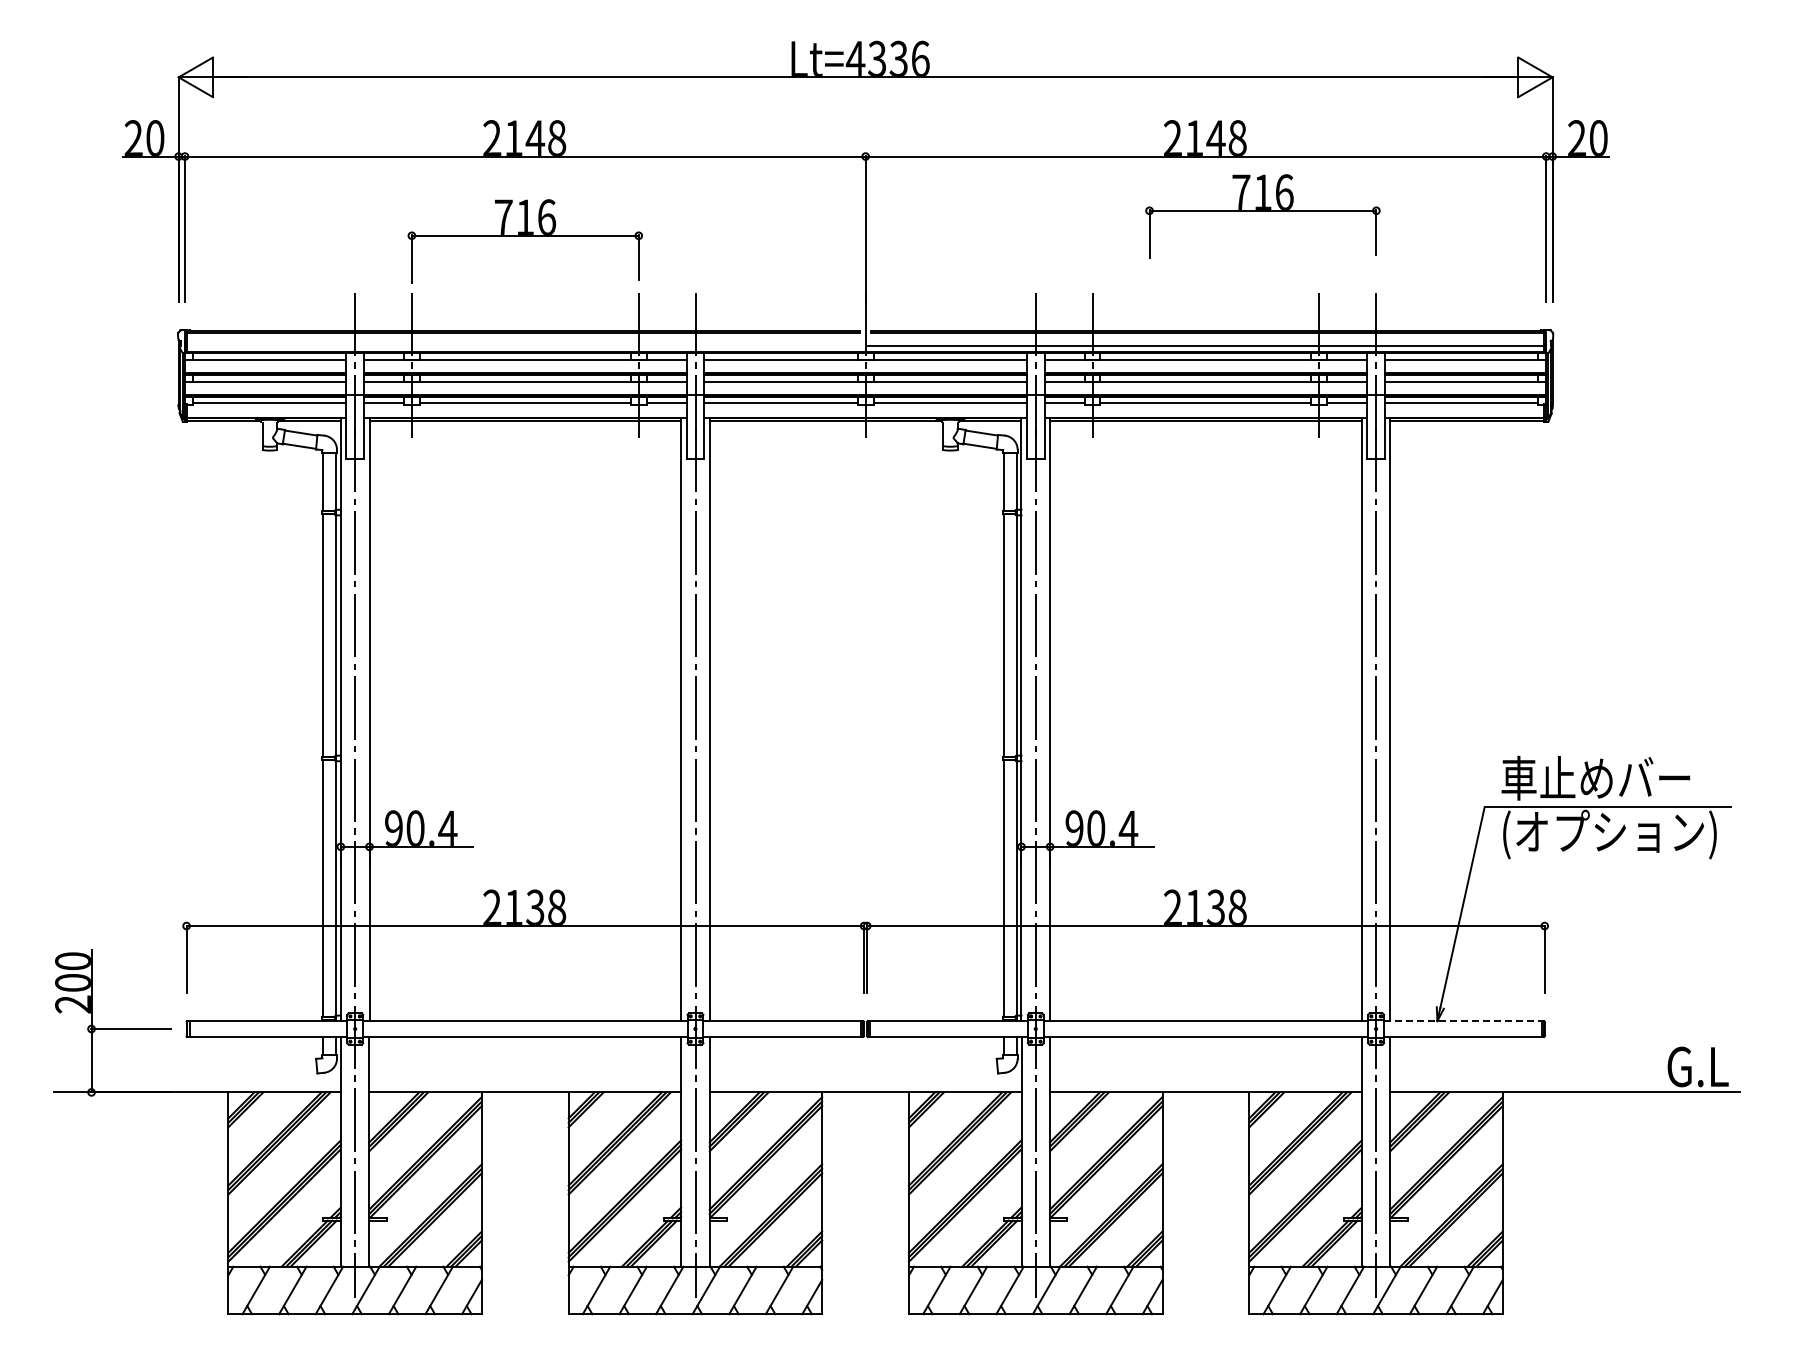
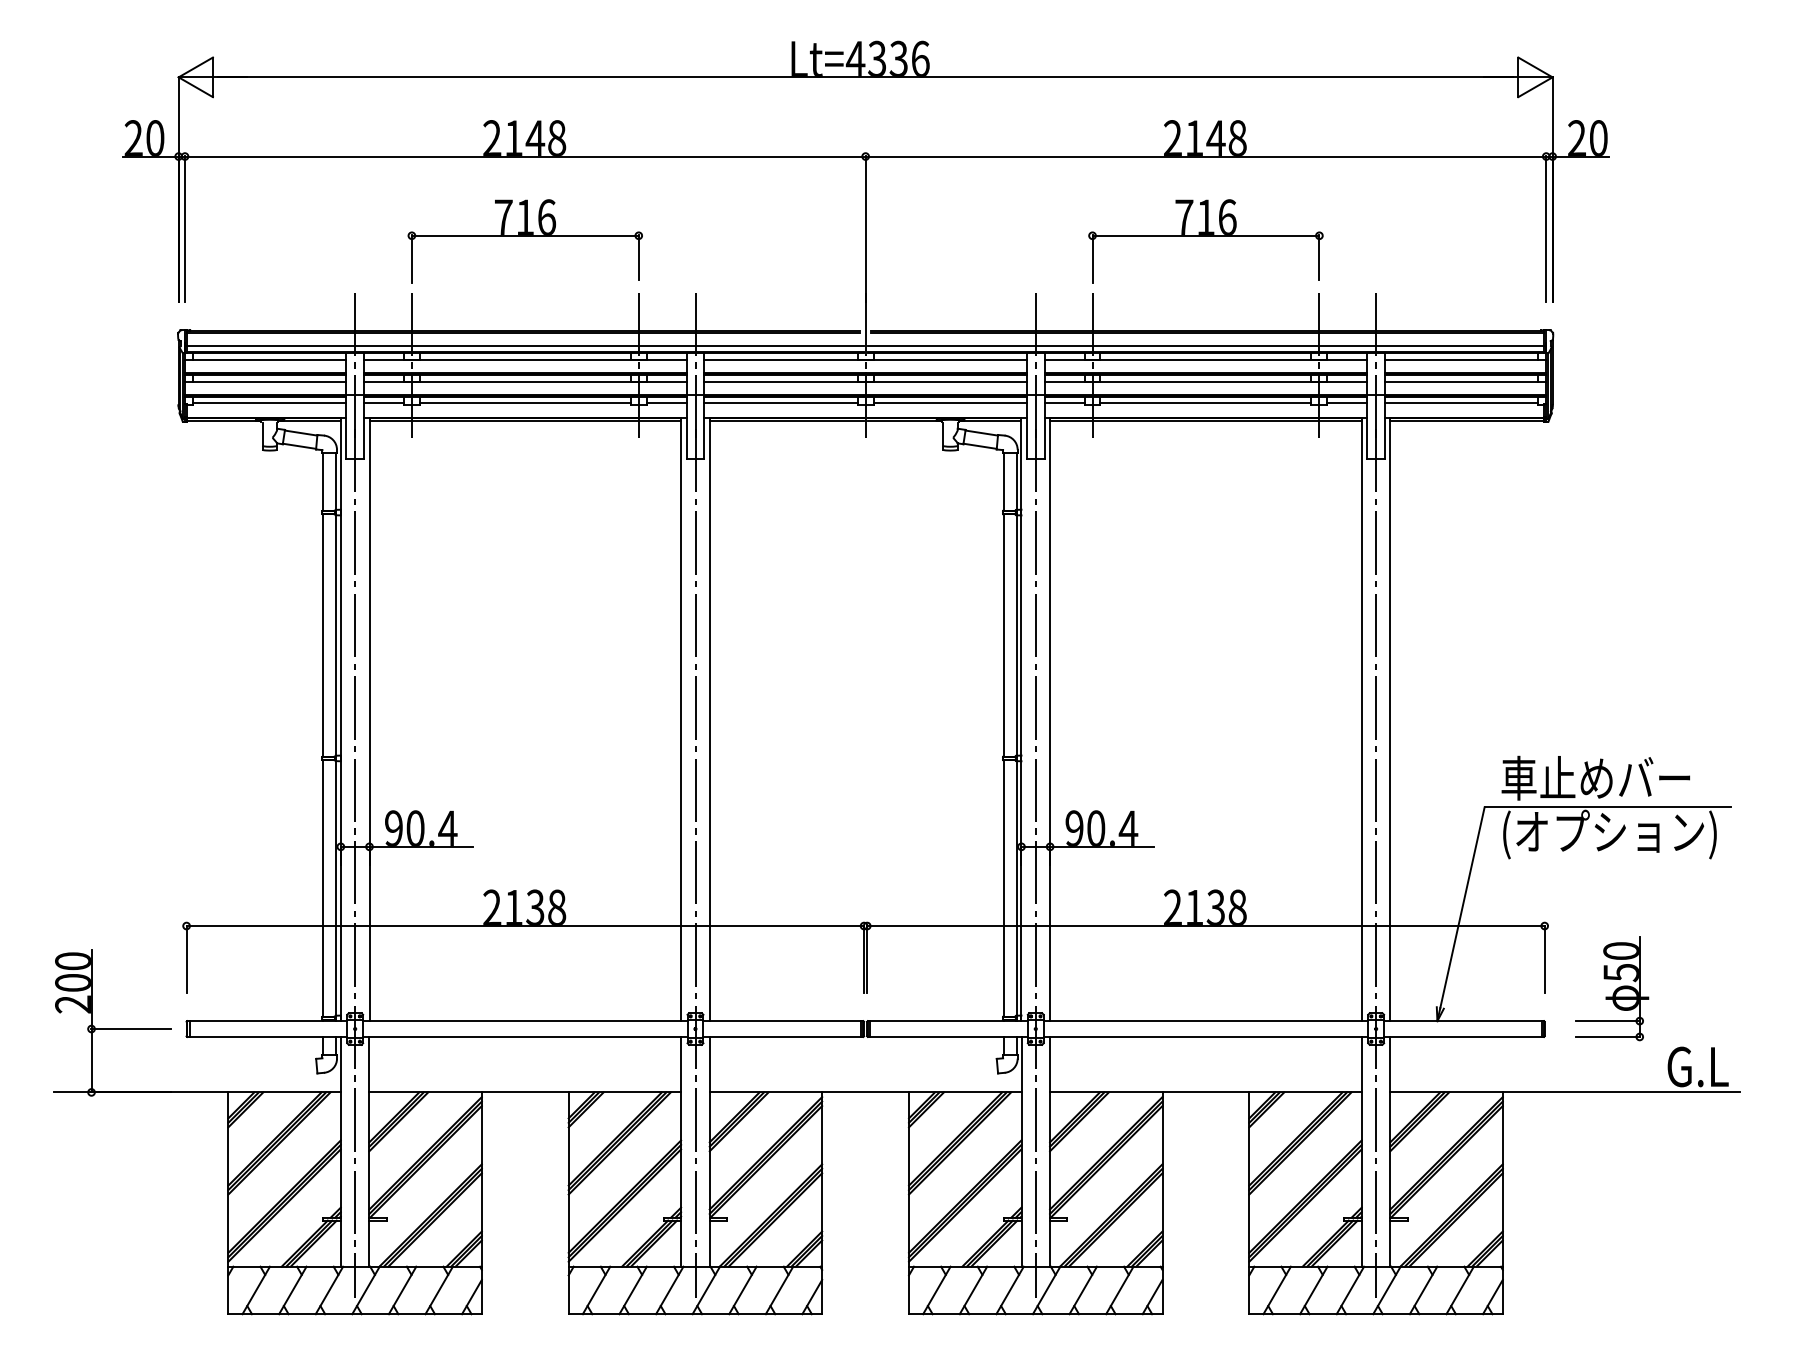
part at (1262, 216) position: (1262, 216) -> (1205, 241)
line at (525, 346): none -> present
part at (1612, 988): none -> present
line at (1462, 1021): dashed -> solid
